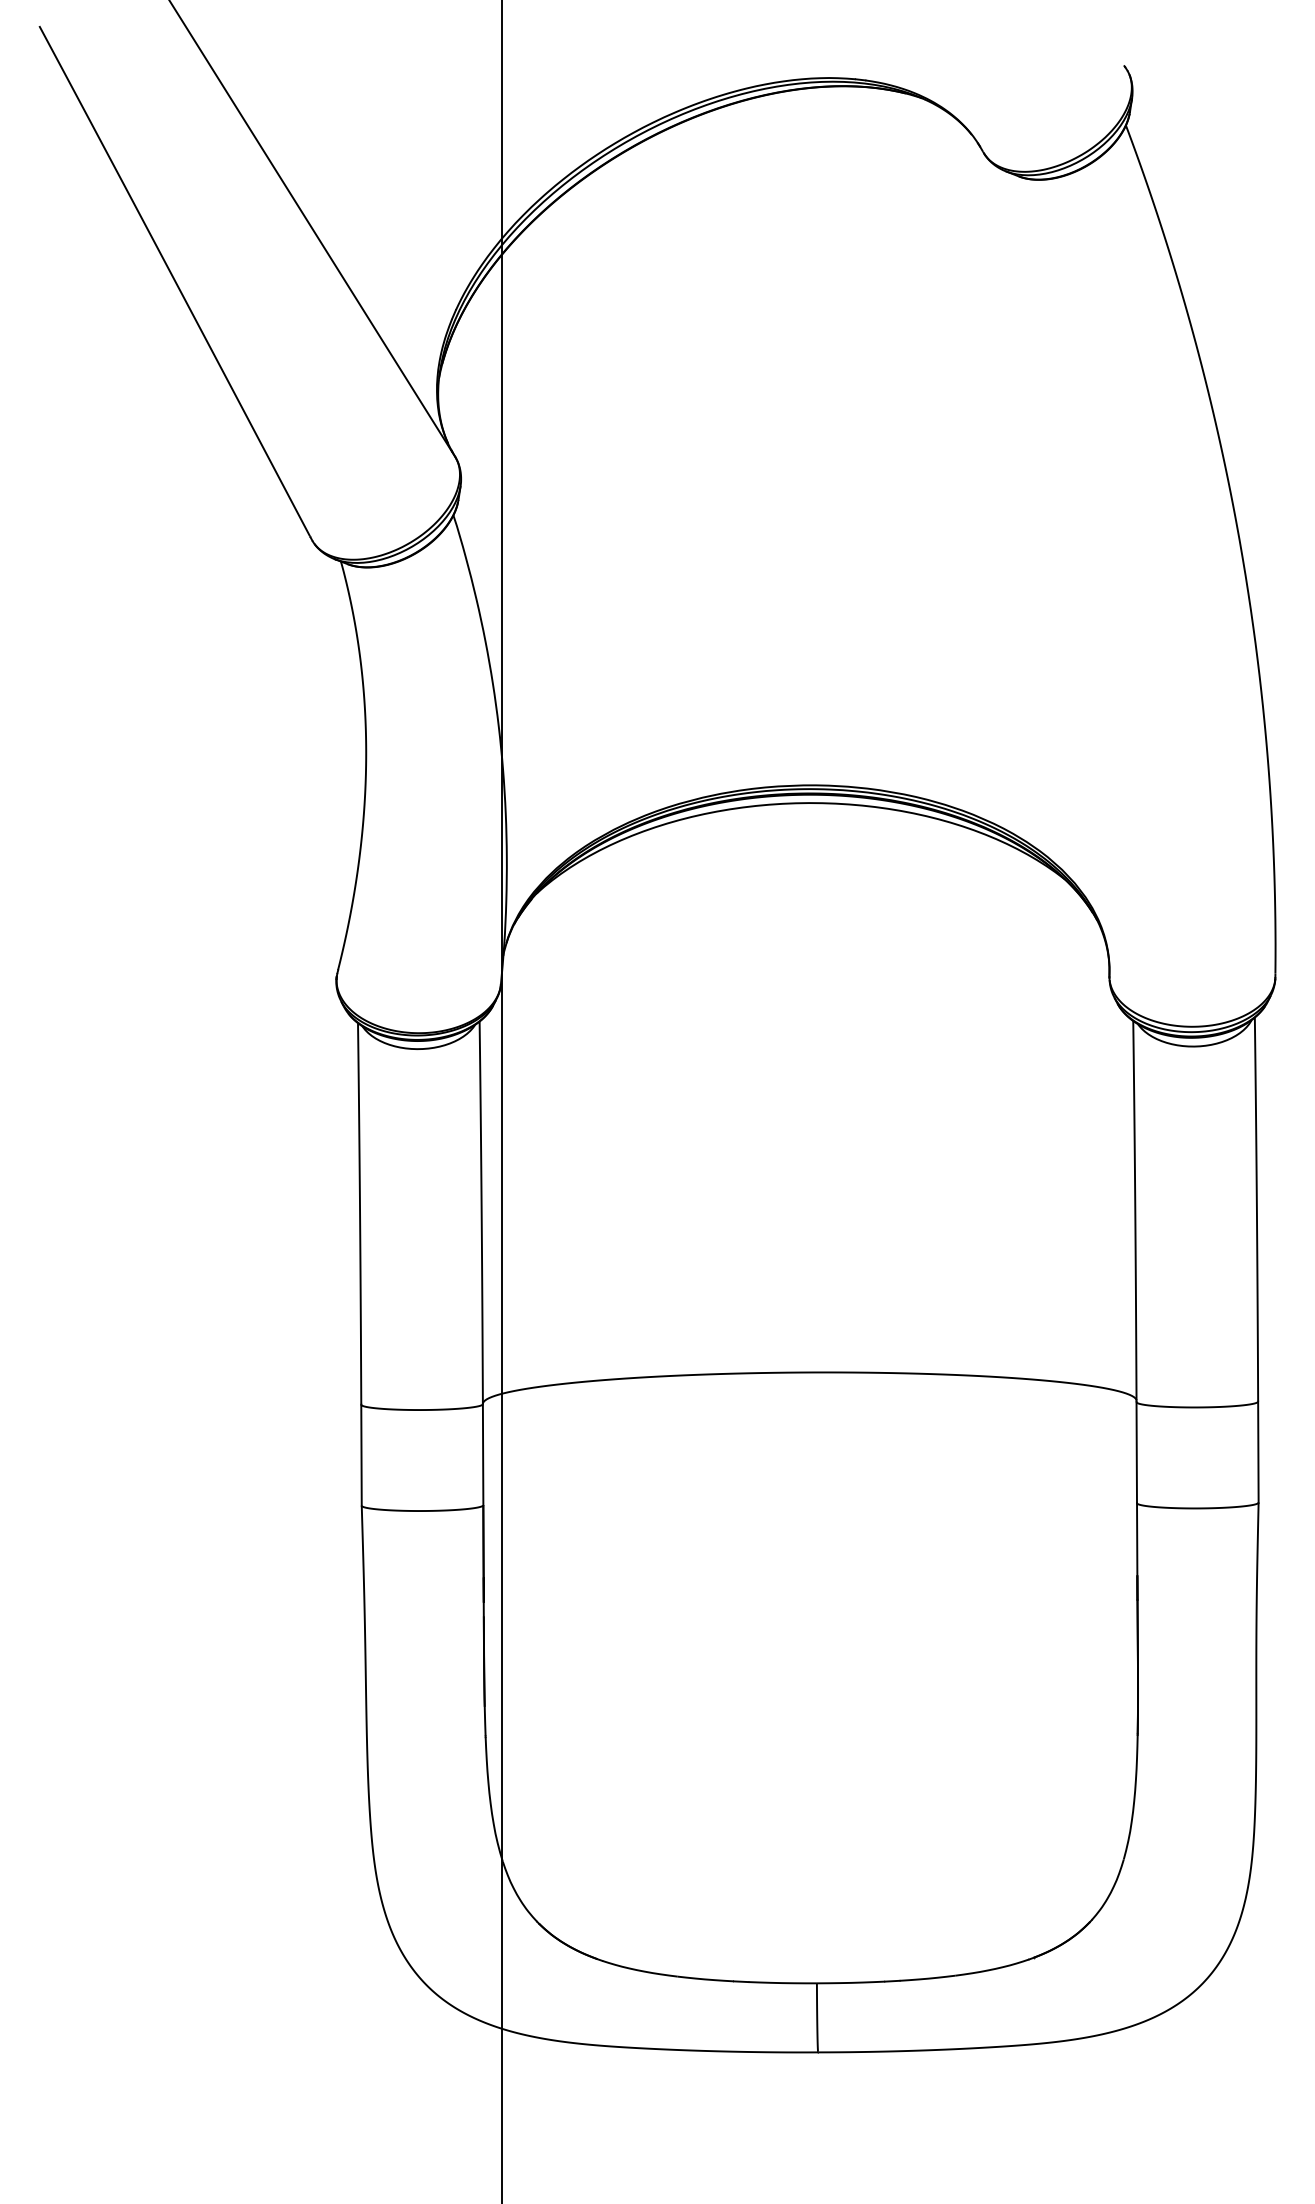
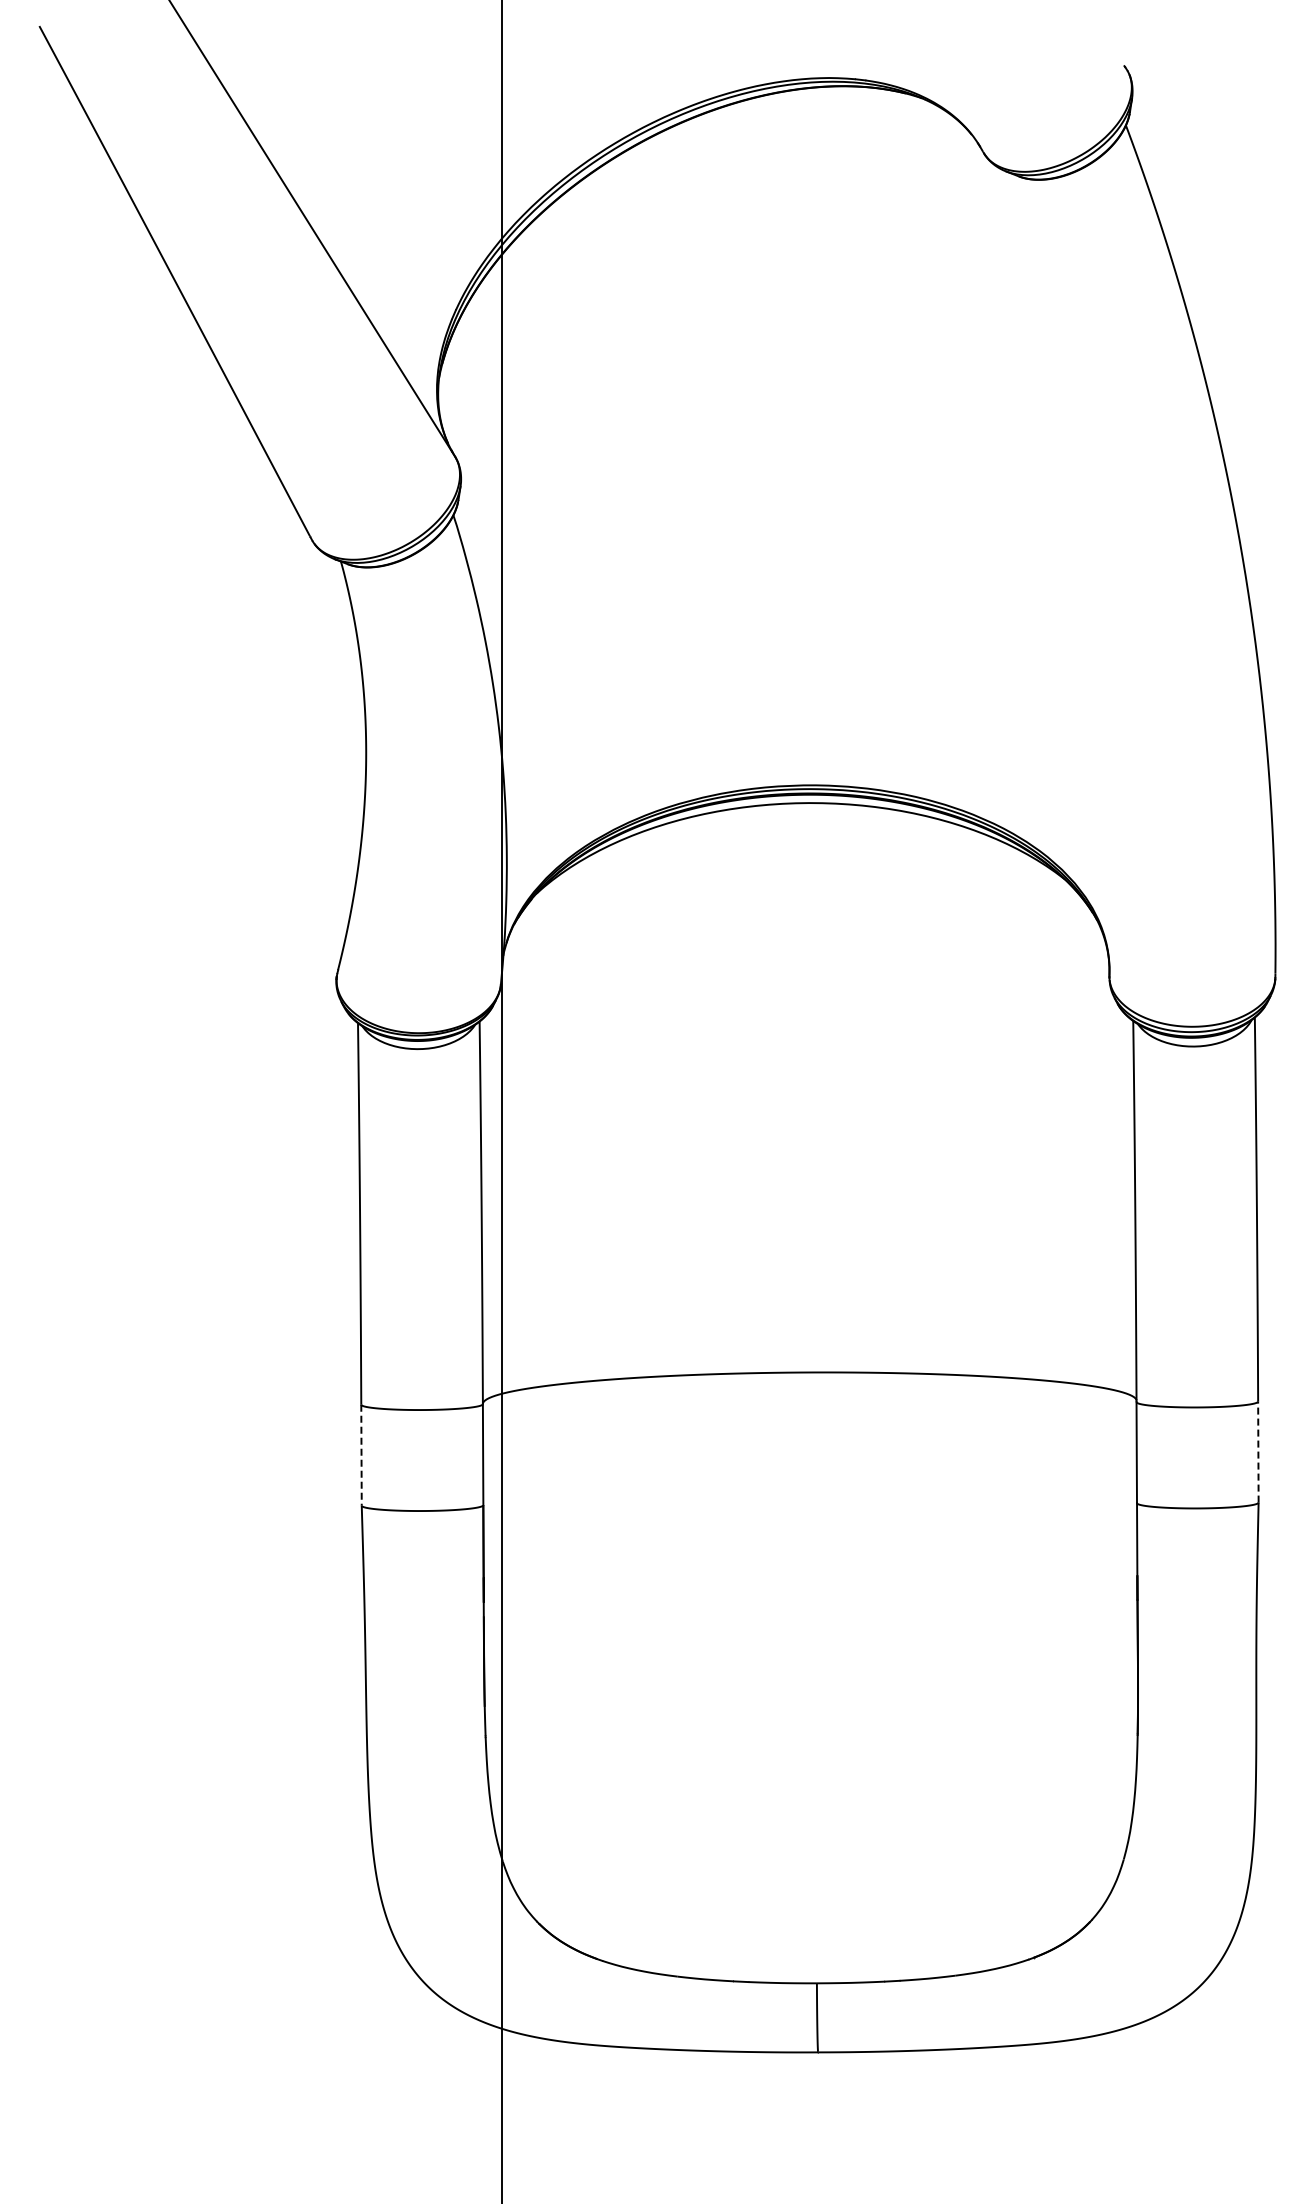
line at (1258, 1451): solid -> dashed
line at (361, 1455): solid -> dashed
